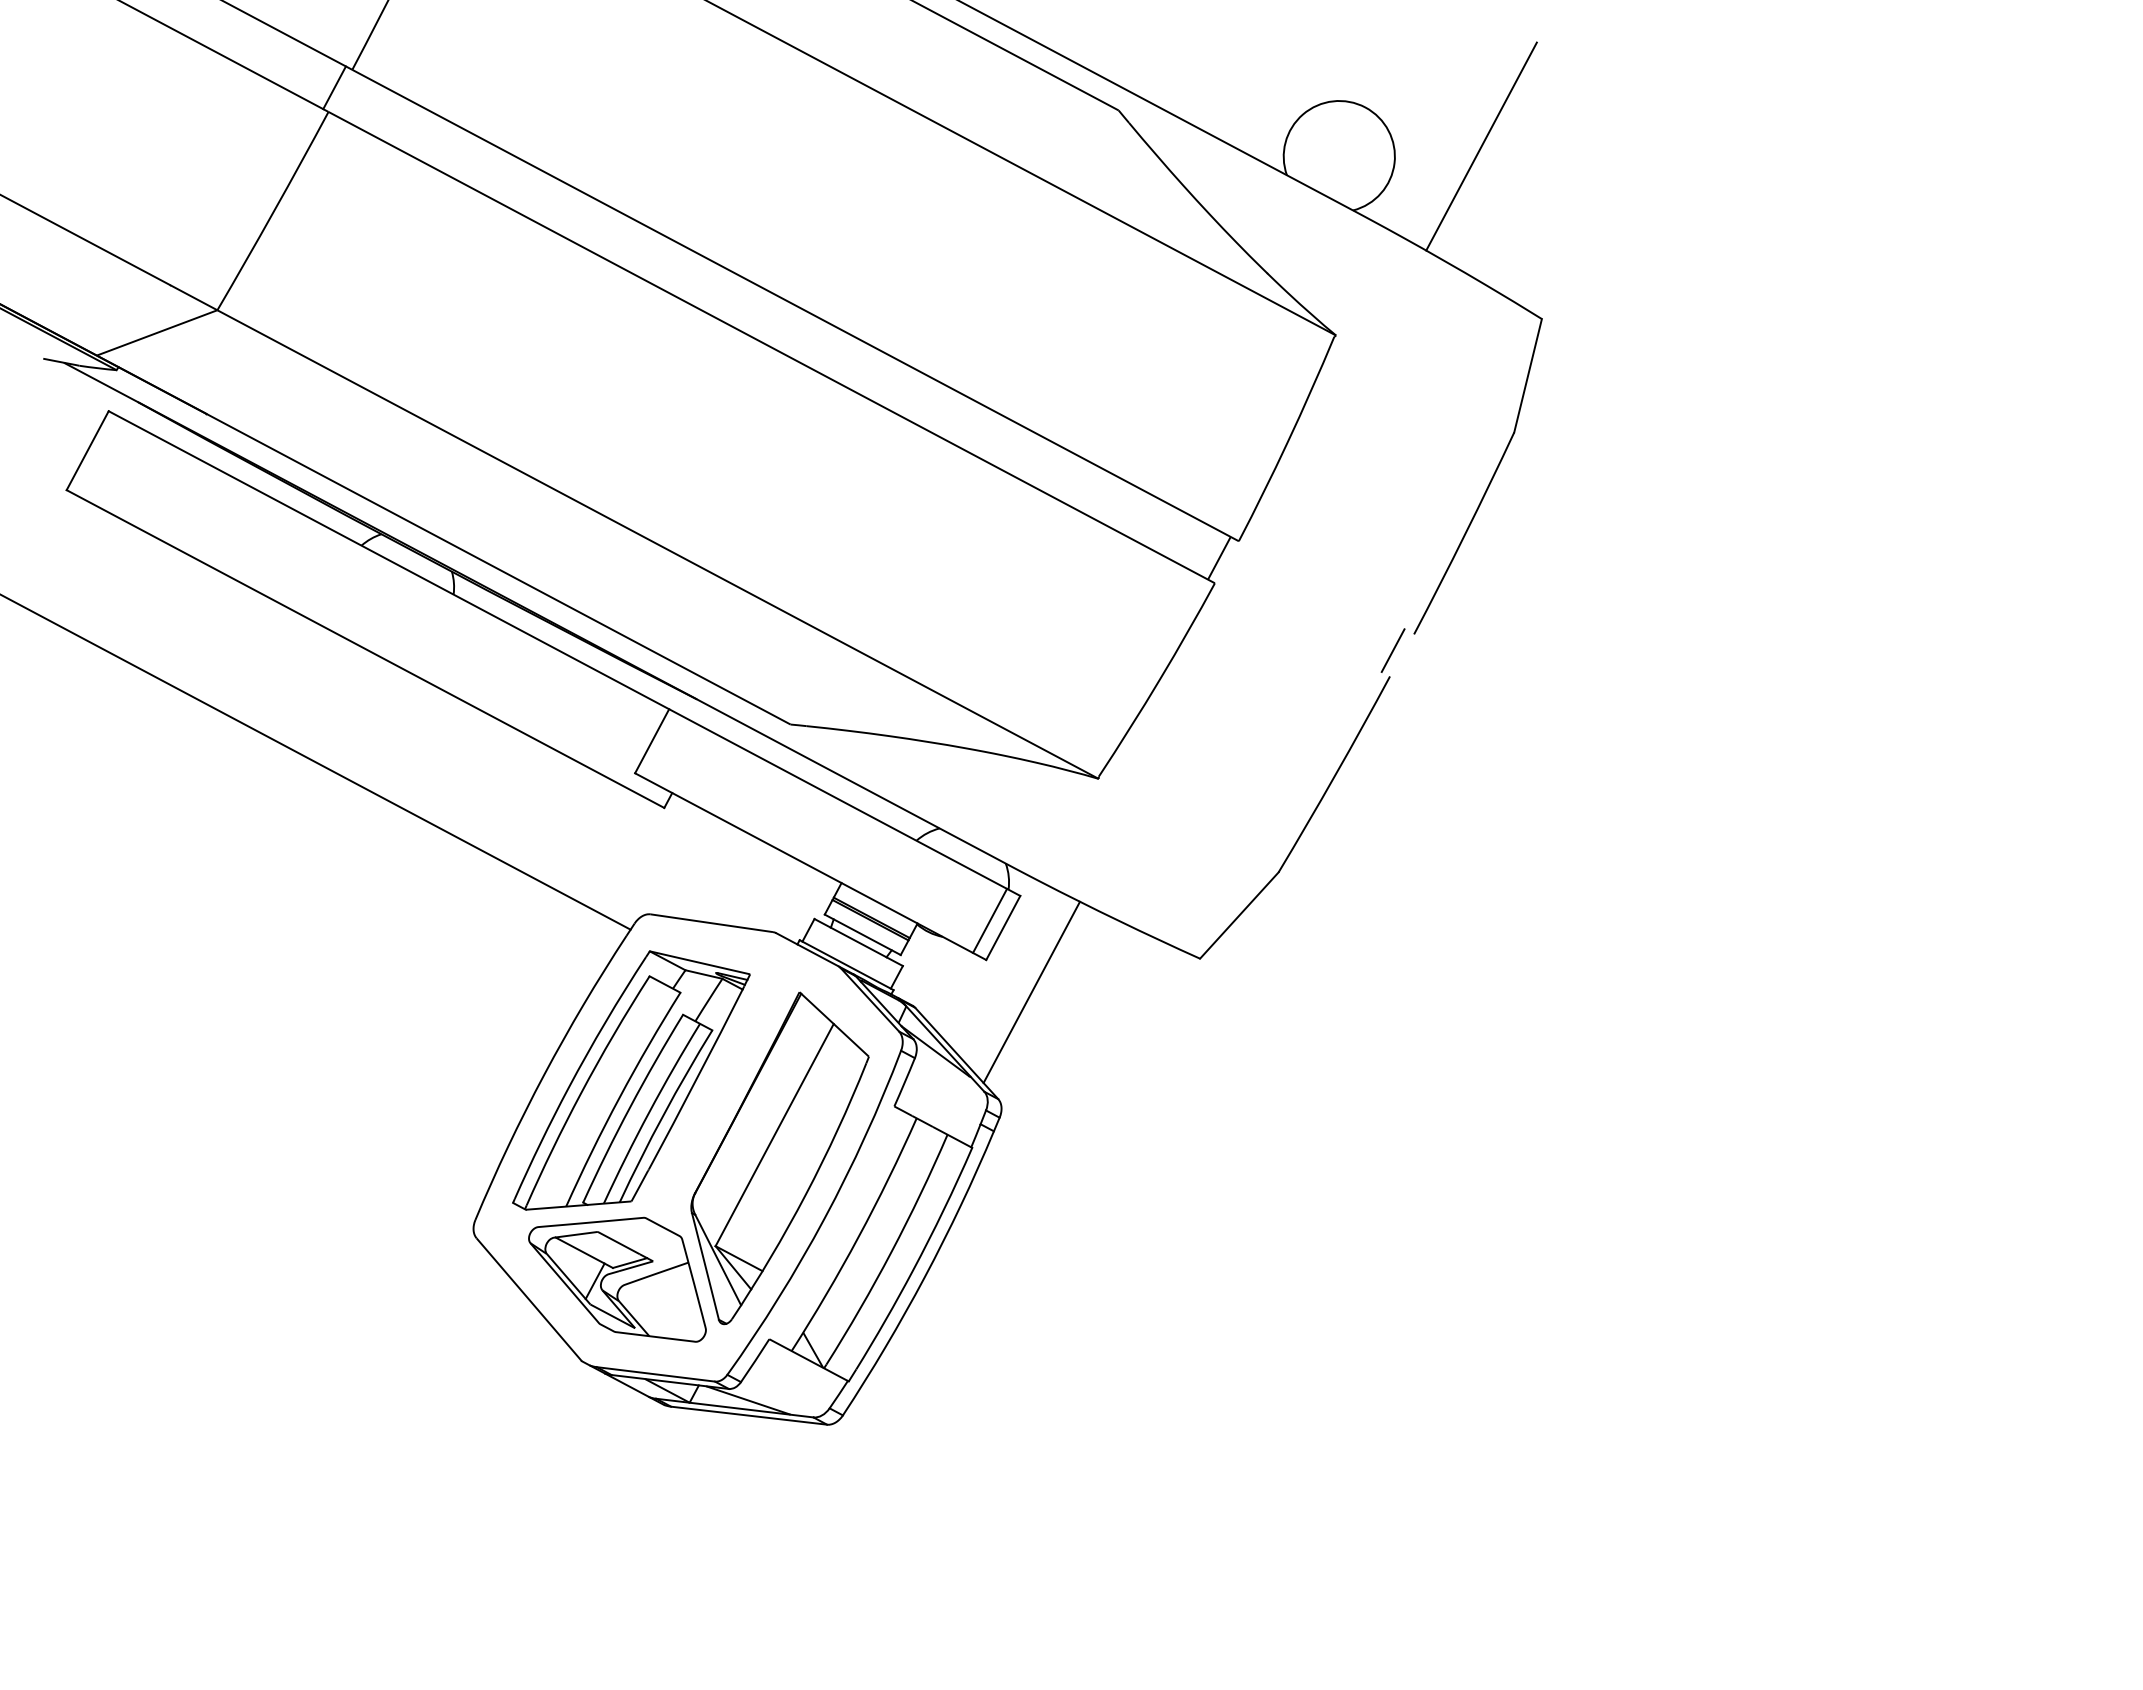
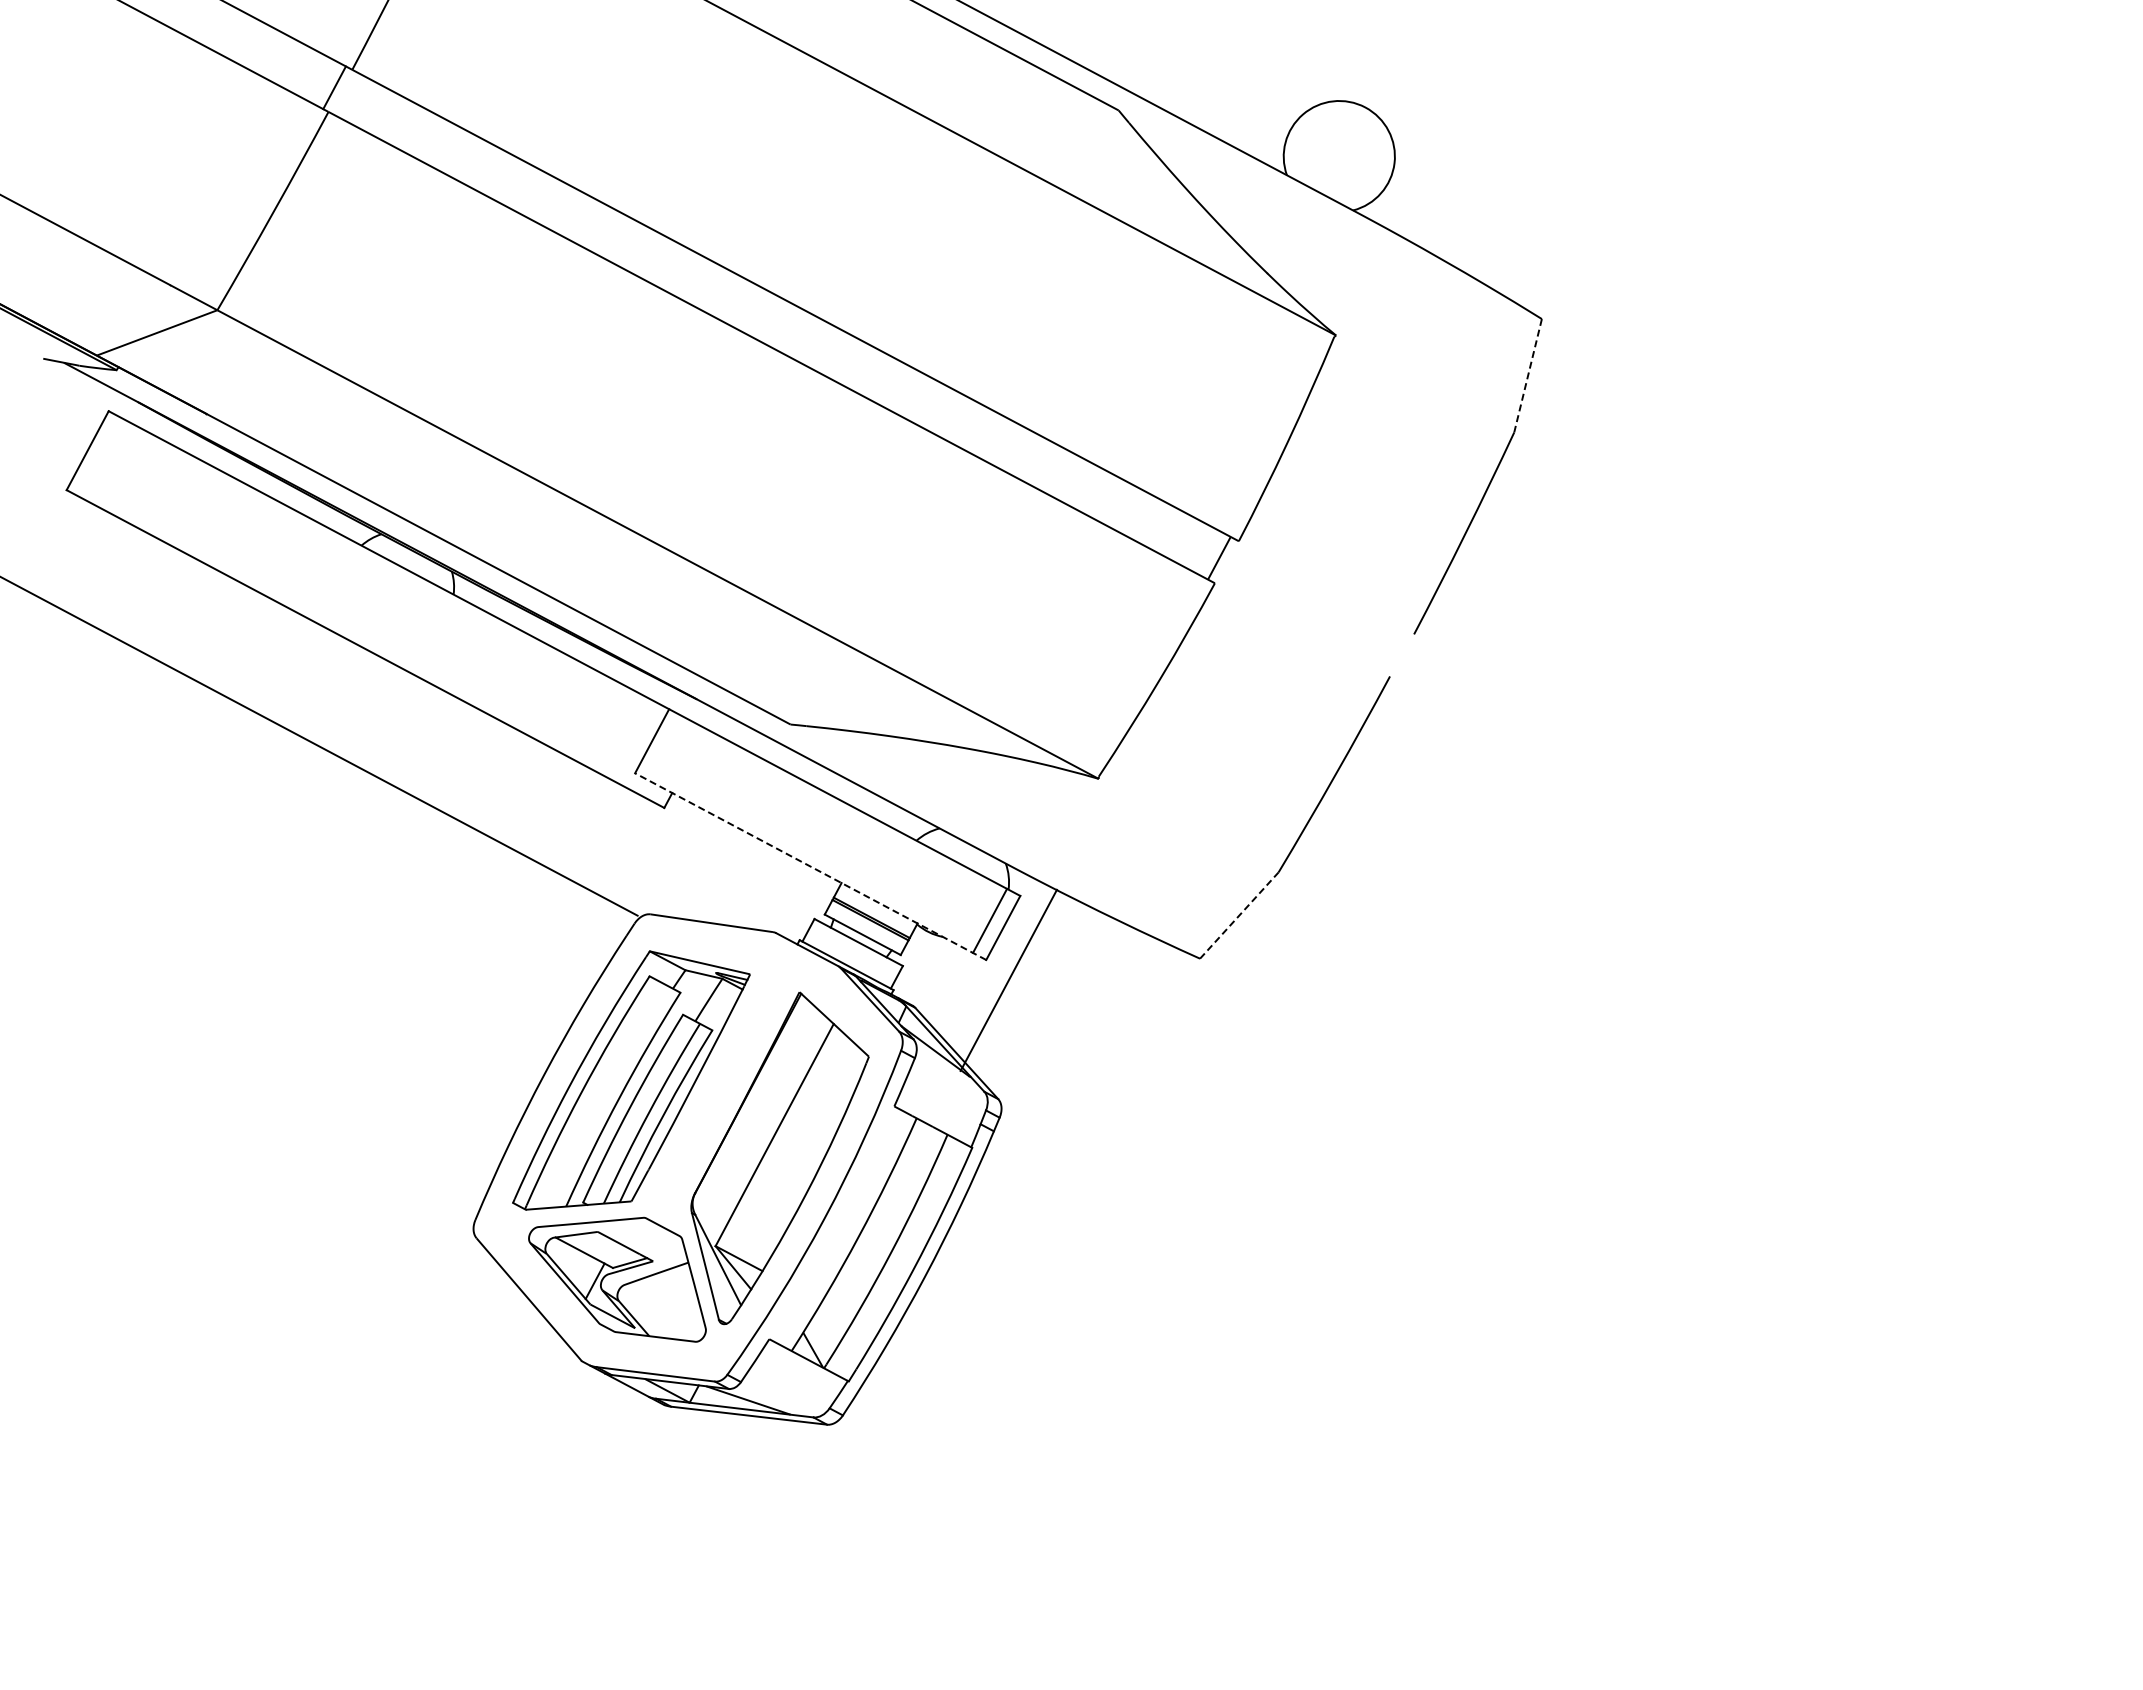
line at (1481, 146): present -> none
line at (1527, 376): solid -> dashed
line at (1392, 650): present -> none
line at (316, 762) position: (316, 762) -> (319, 746)
line at (810, 866): solid -> dashed
line at (1239, 915): solid -> dashed
line at (1031, 992) position: (1031, 992) -> (1008, 980)
